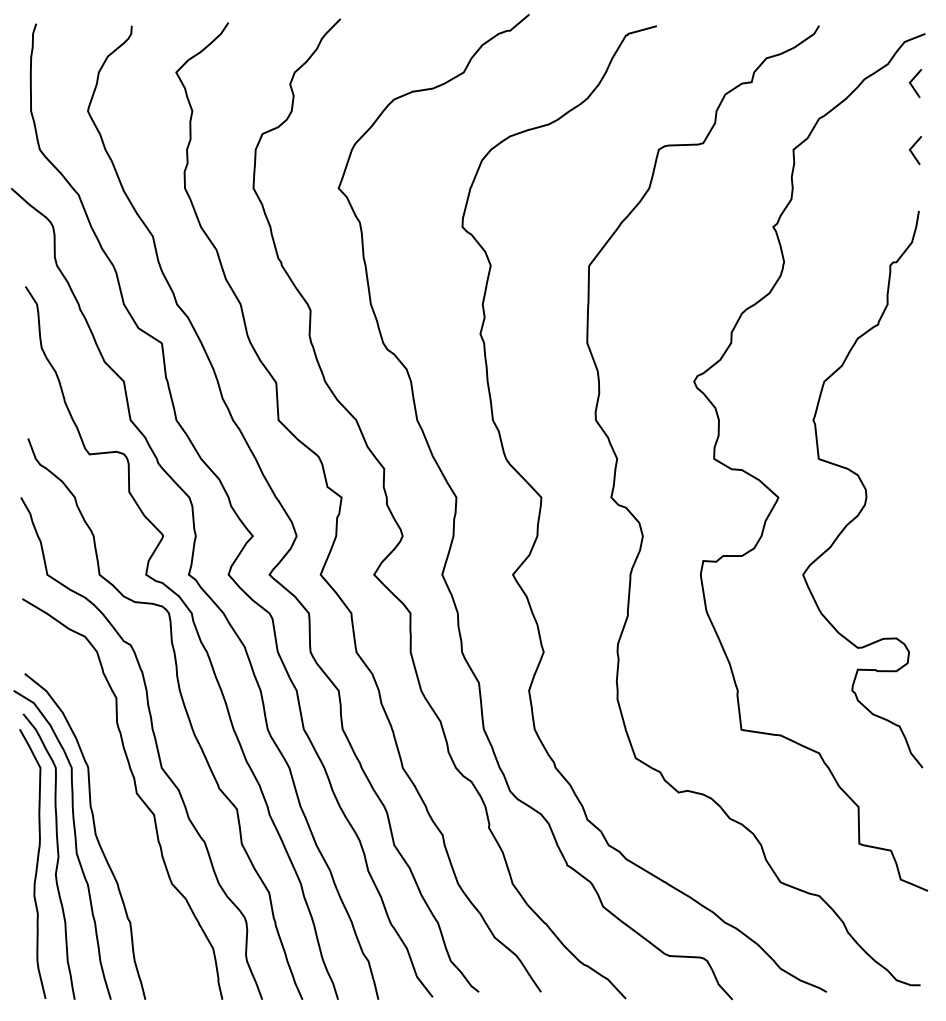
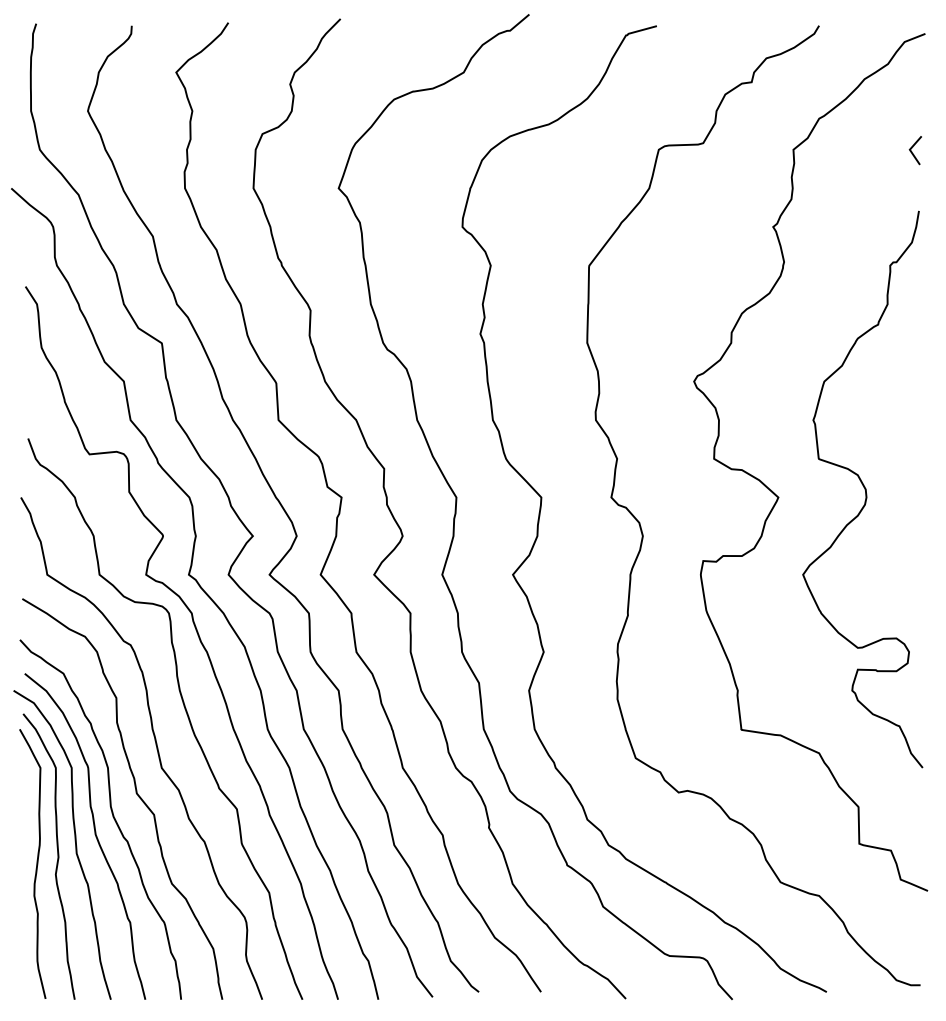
line at (912, 84): present -> none
curve at (112, 817): none -> present
